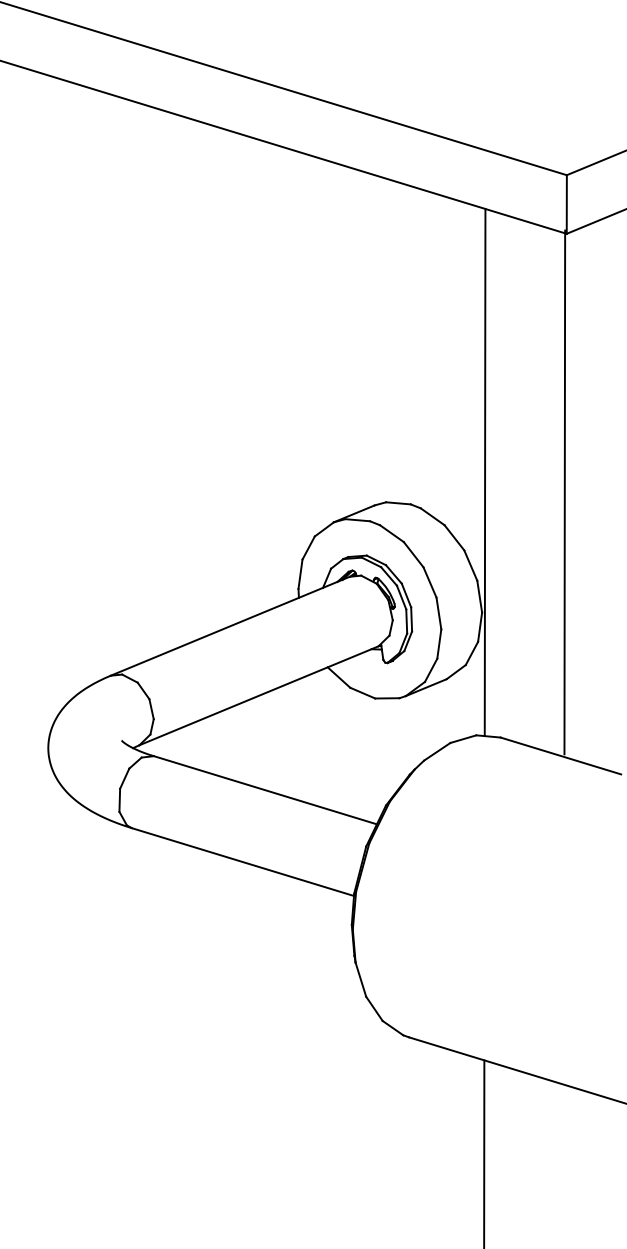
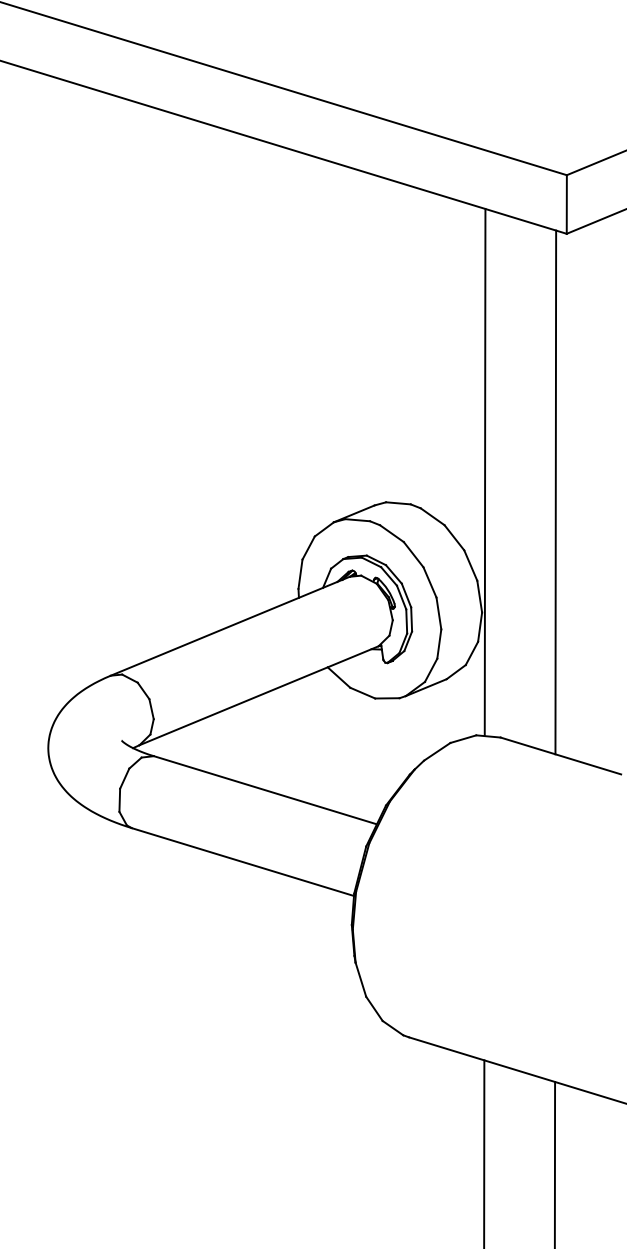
line at (564, 492) position: (564, 492) -> (555, 492)
line at (554, 1163): none -> present
